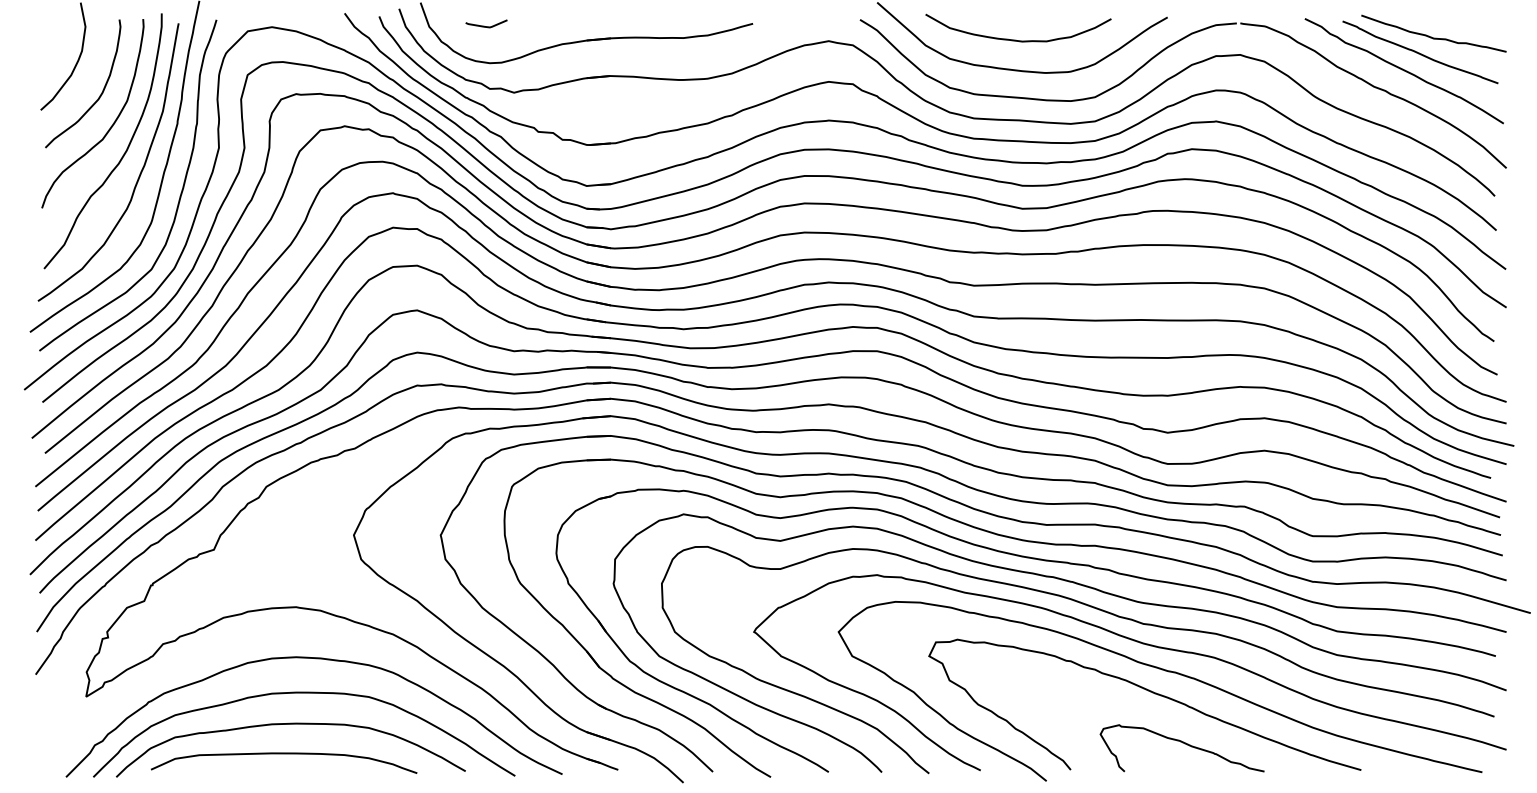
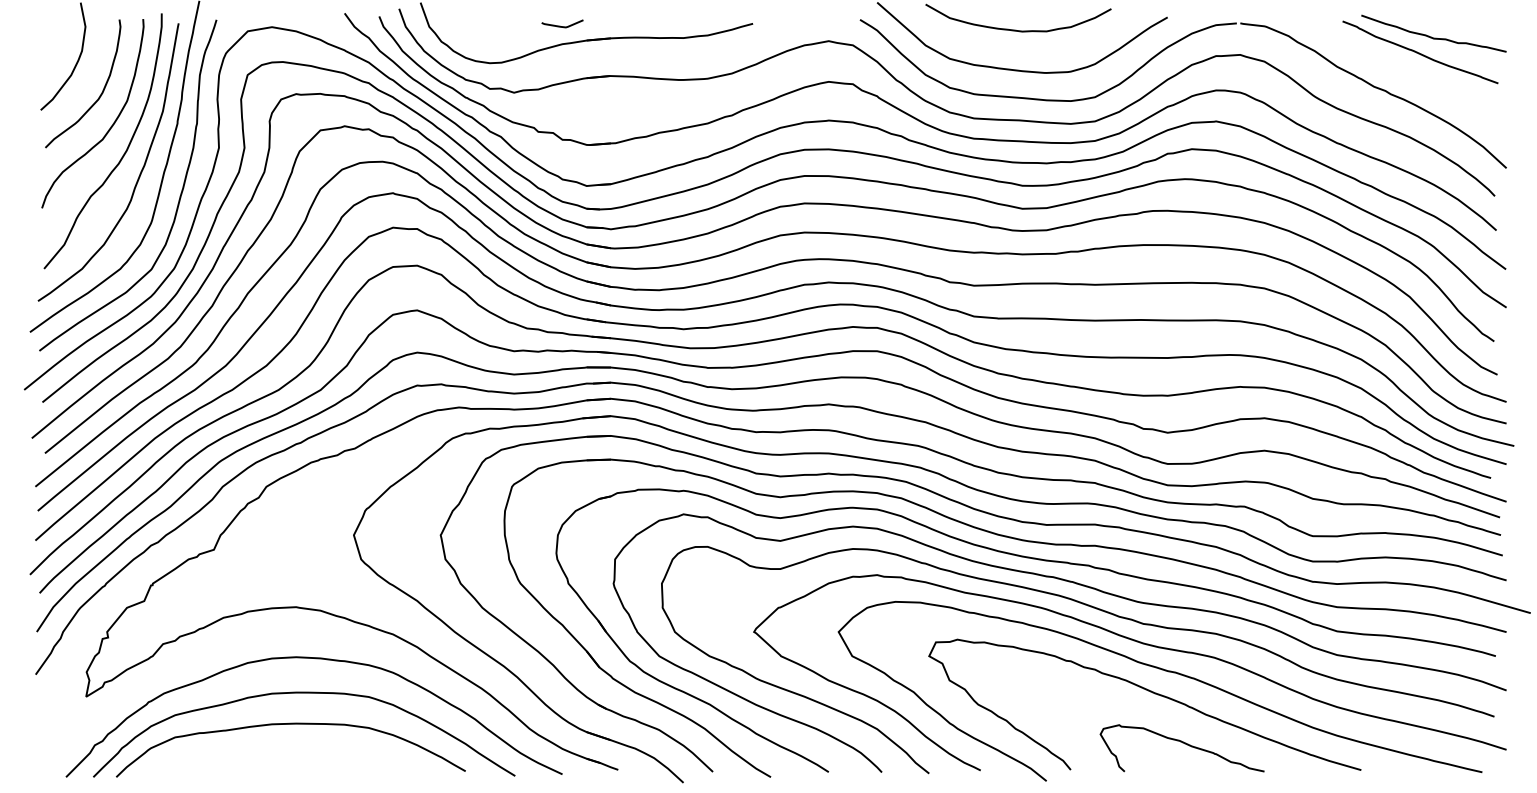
curve at (484, 25) position: (484, 25) -> (560, 25)
curve at (1016, 39) position: (1016, 39) -> (1016, 29)
curve at (1403, 70): present -> none
curve at (284, 754): present -> none
